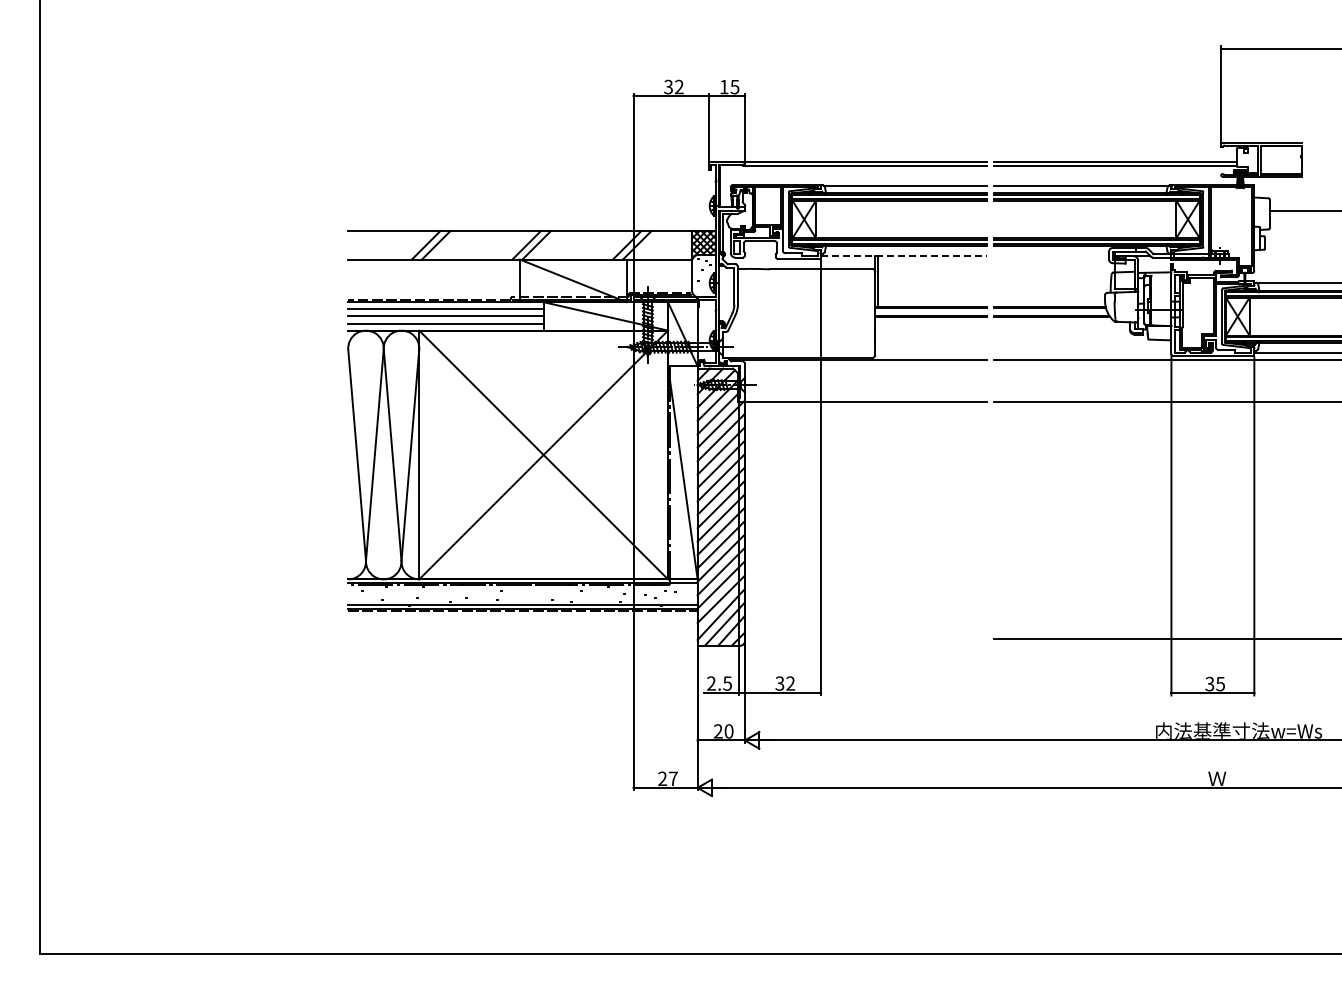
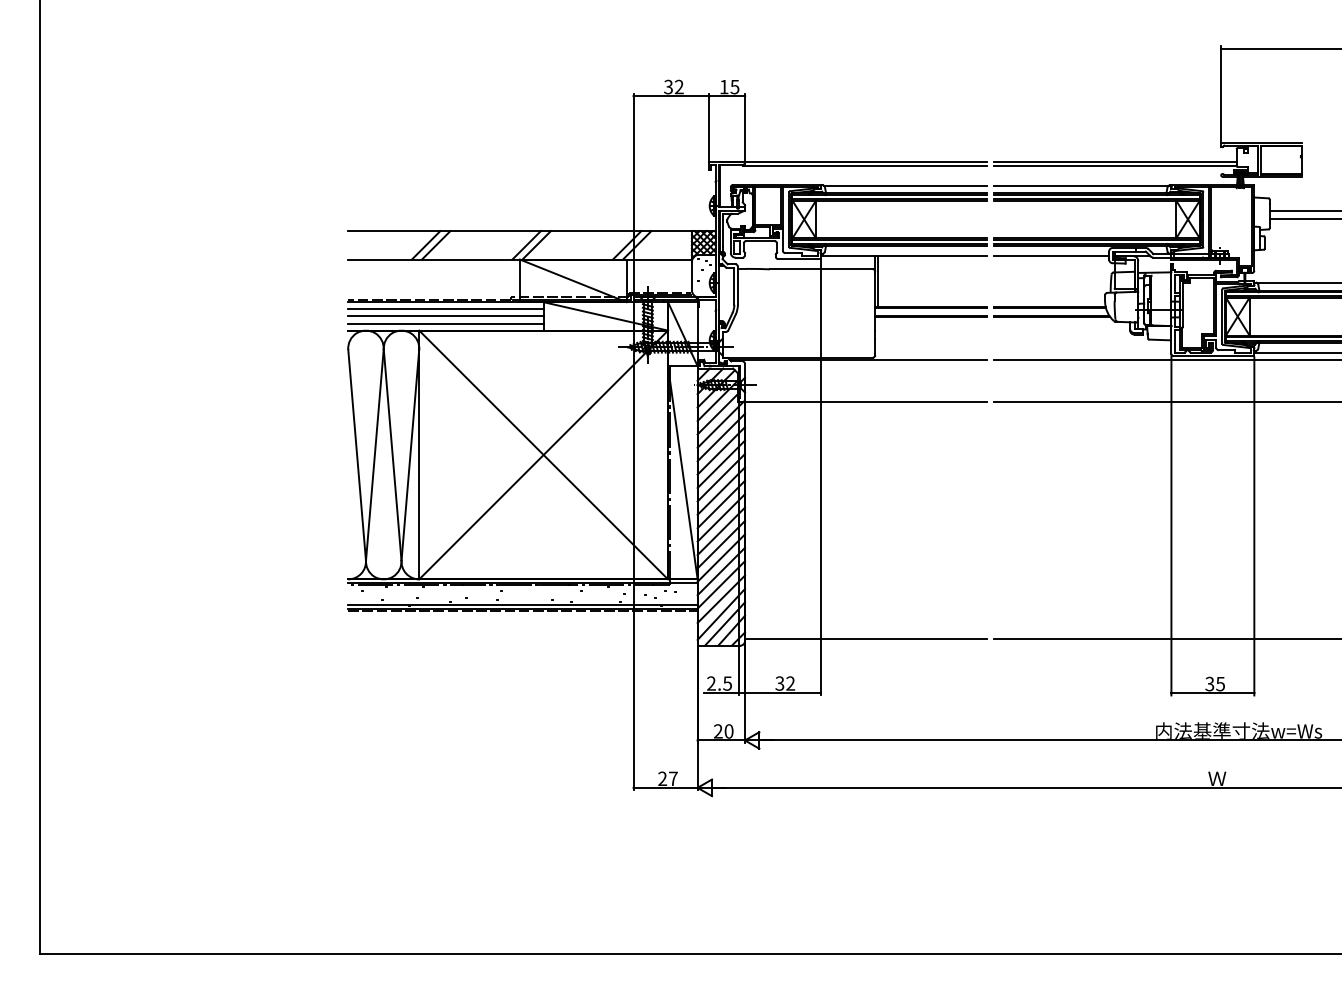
line at (1303, 218): none -> present
line at (903, 255): dashed -> solid
line at (1051, 255): none -> present
line at (865, 638): none -> present
